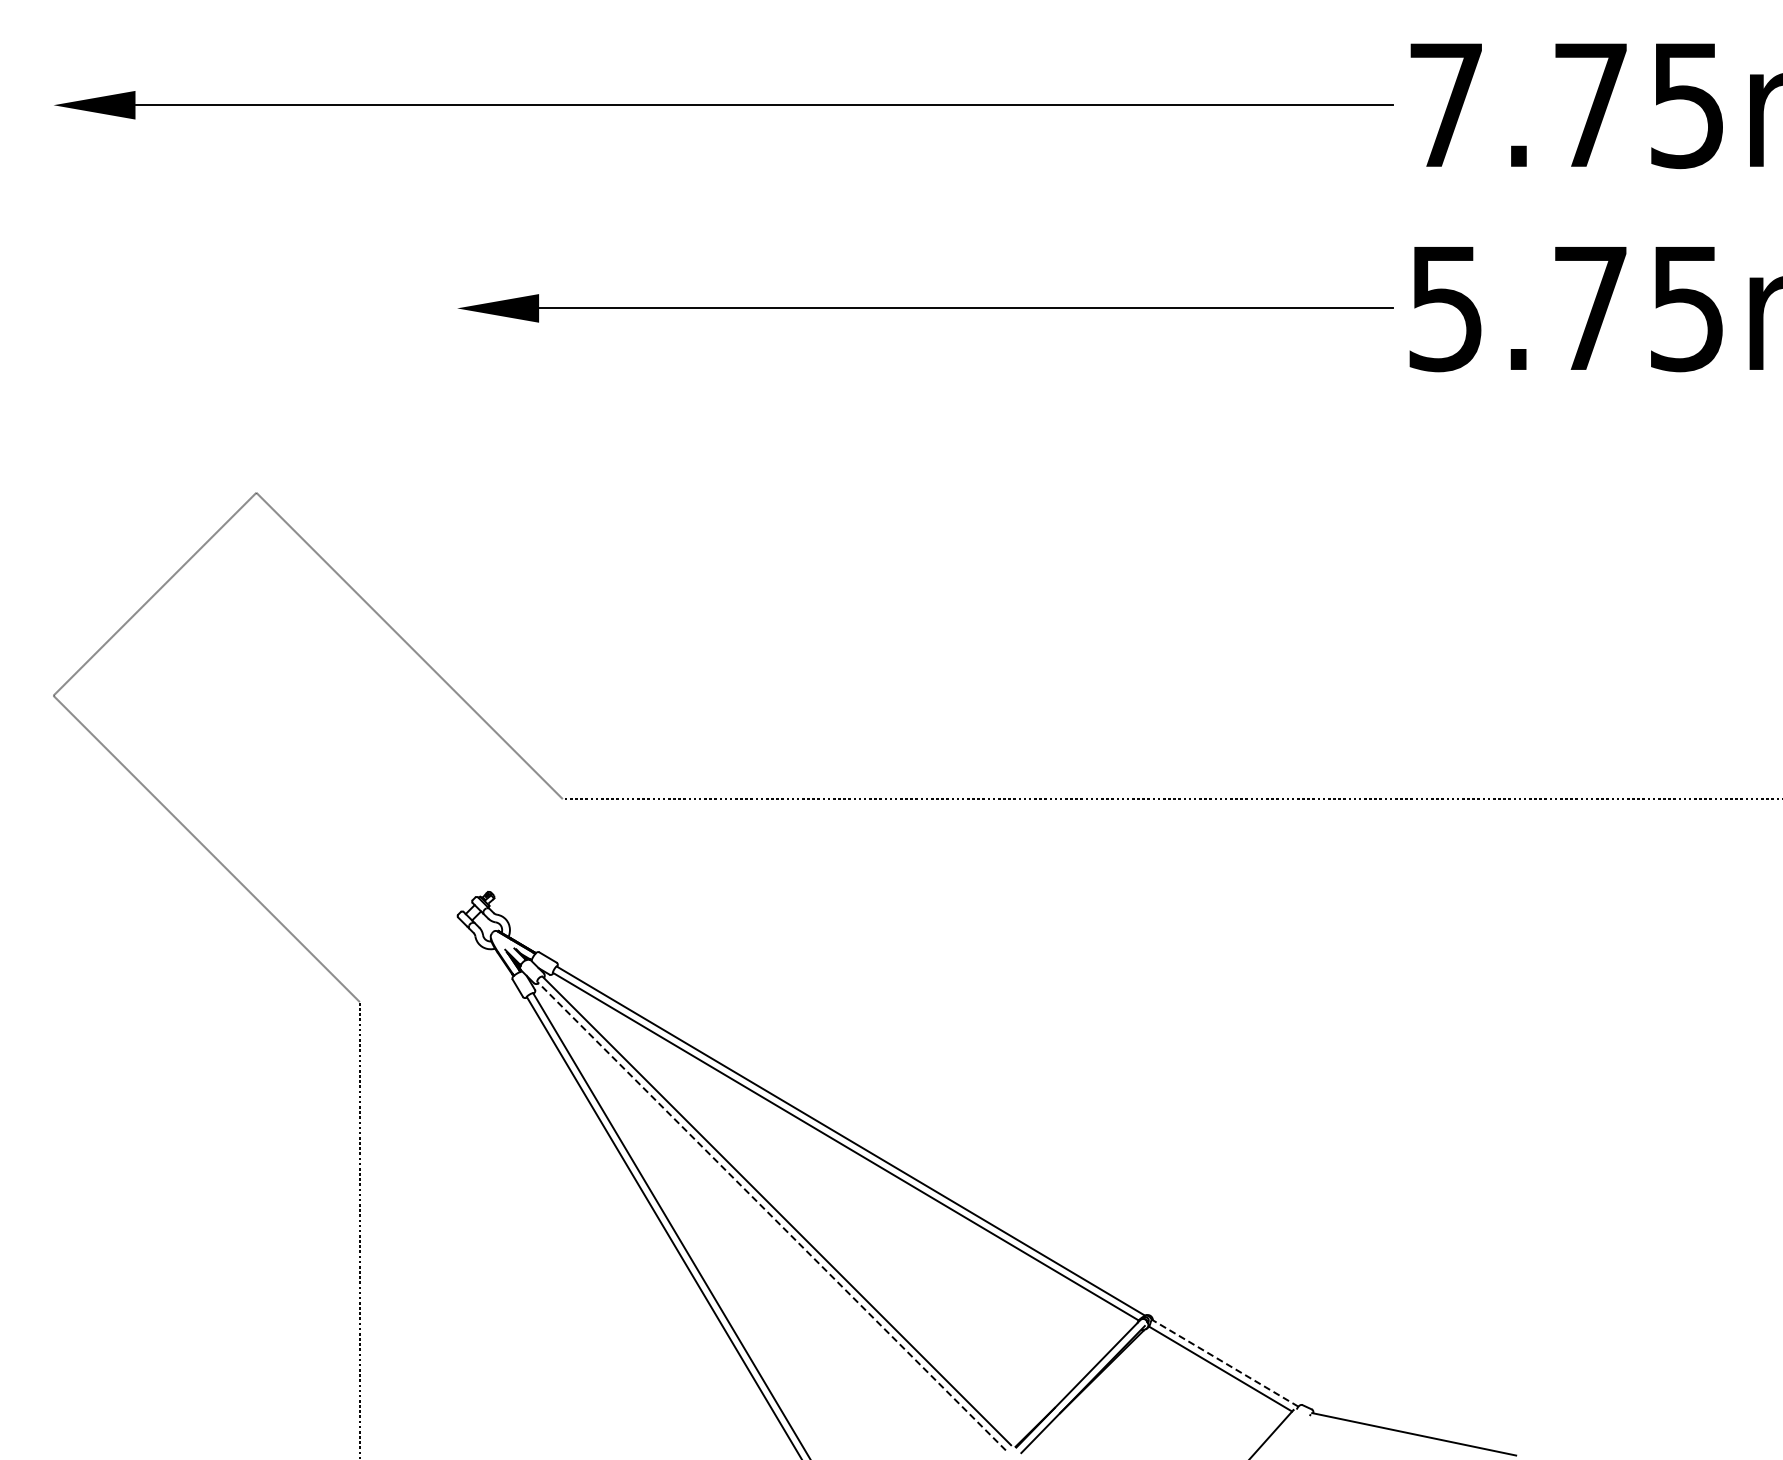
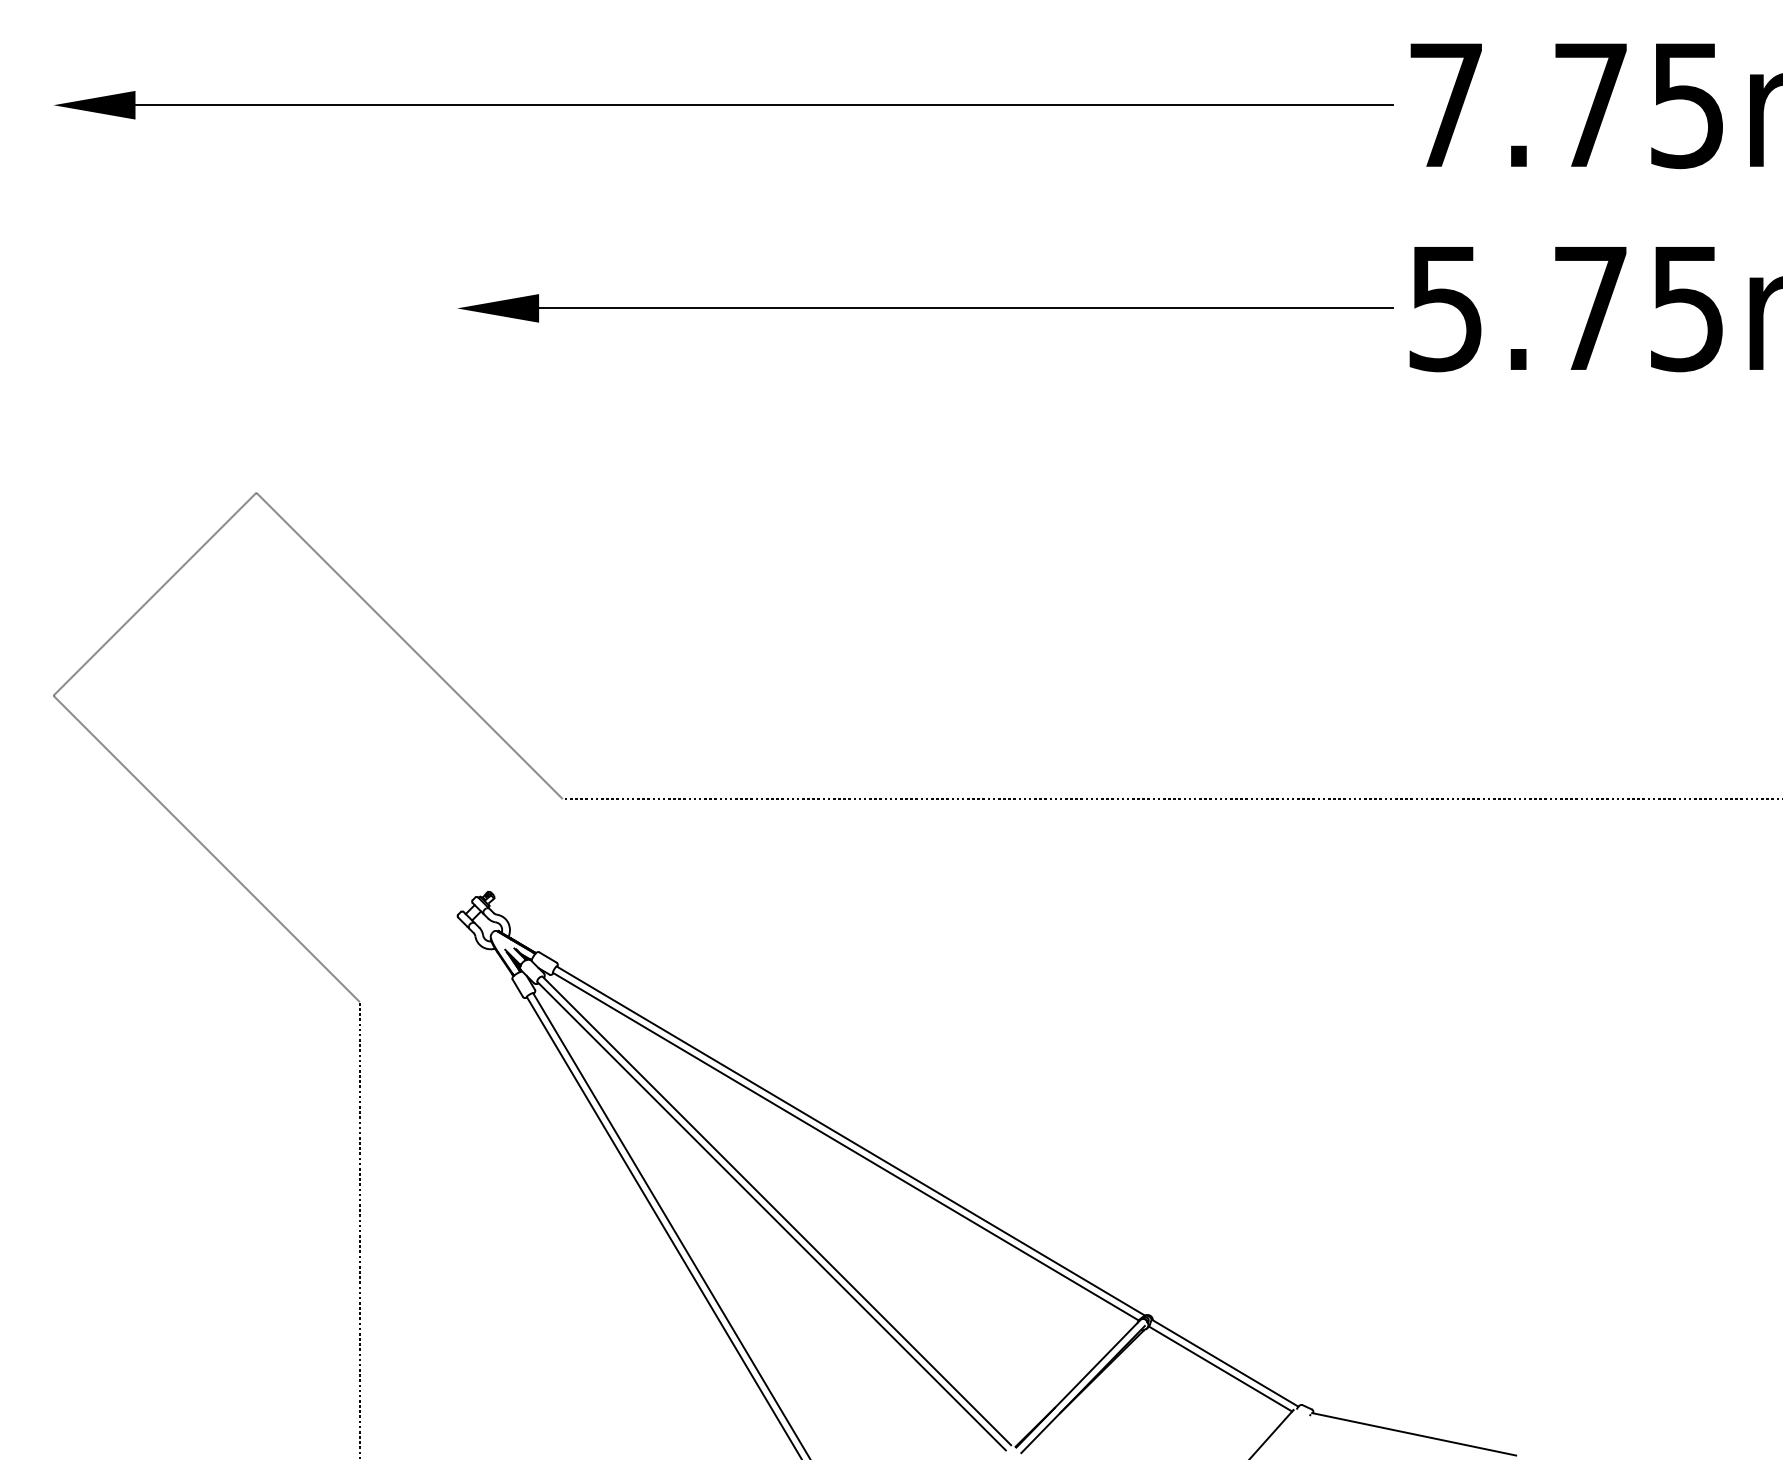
line at (771, 1215): dashed -> solid
line at (1224, 1363): dashed -> solid
